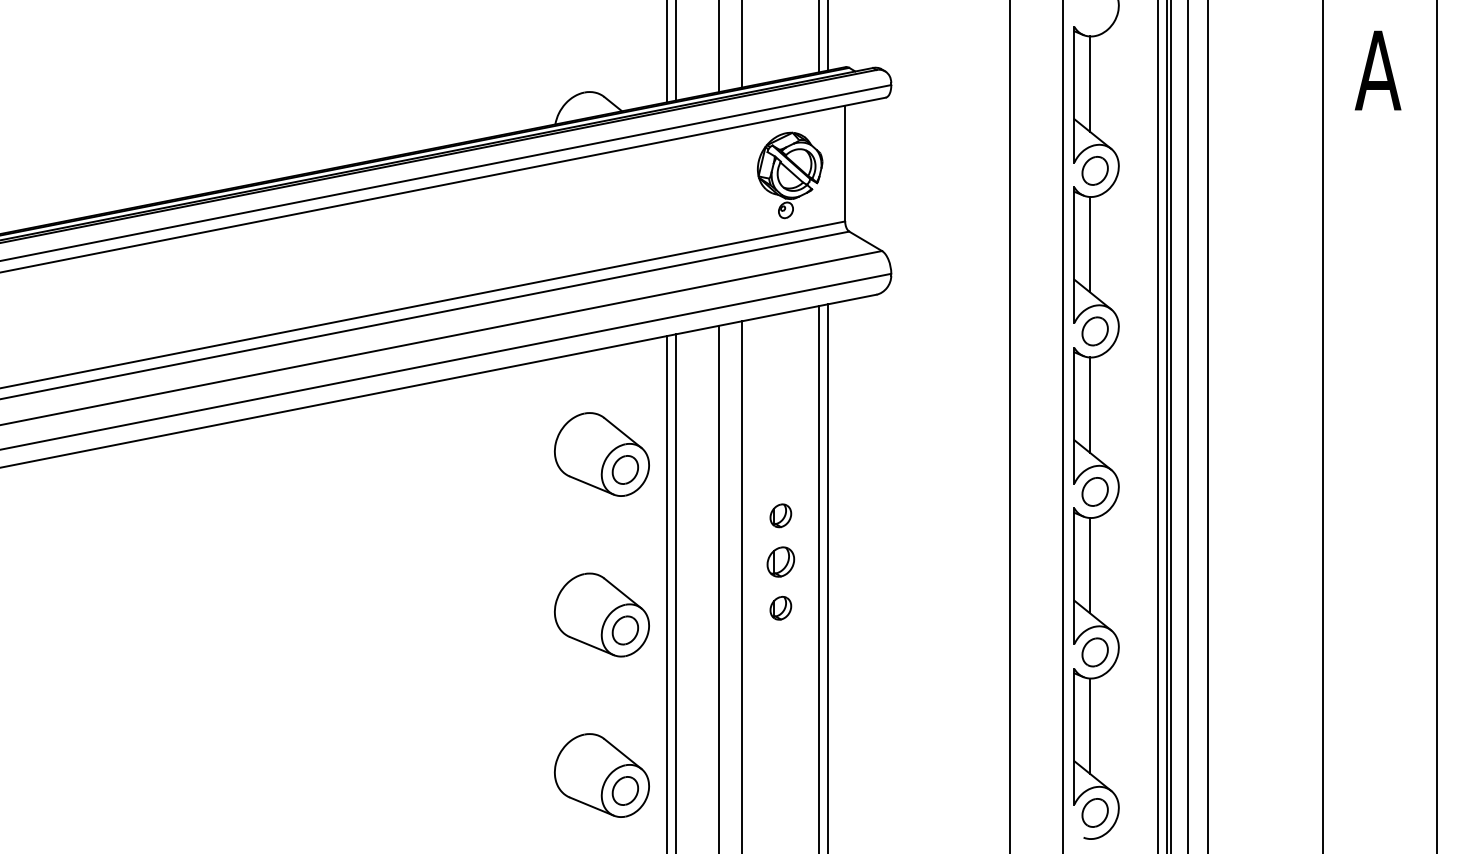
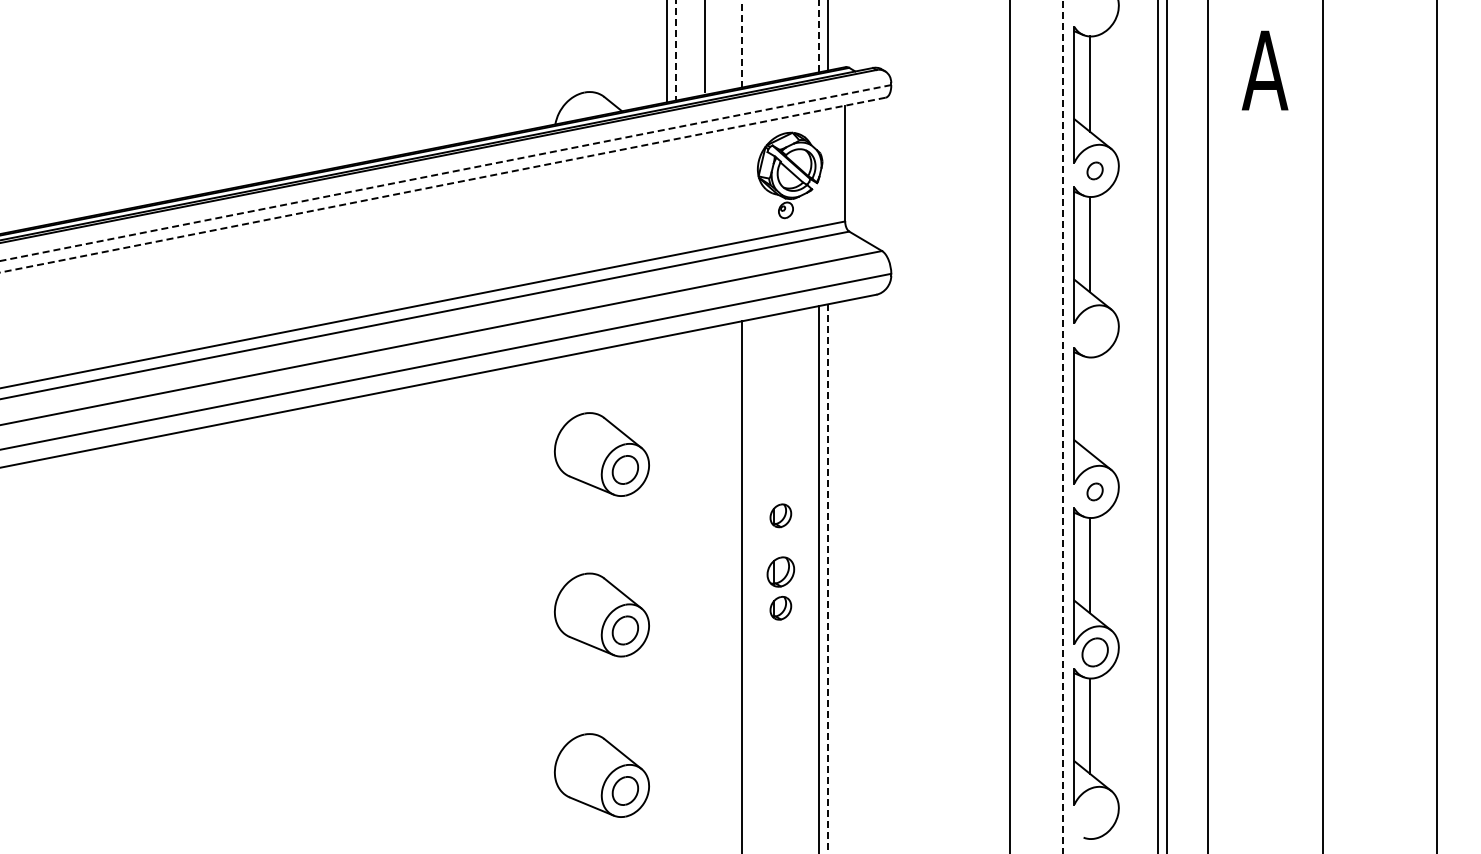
line at (819, 36): solid -> dashed
line at (742, 43): solid -> dashed
line at (719, 47) position: (719, 47) -> (705, 47)
line at (676, 50): solid -> dashed
text at (1378, 70) position: (1378, 70) -> (1265, 70)
part at (1094, 170) size: 28x30 px -> 18x20 px
line at (445, 173): solid -> dashed
line at (442, 185): solid -> dashed
part at (1094, 331): present -> none
line at (1089, 404): present -> none
line at (1062, 426): solid -> dashed
line at (1170, 426): present -> none
line at (1187, 426): present -> none
part at (1094, 491) size: 28x30 px -> 18x20 px
part at (780, 561) position: (780, 561) -> (780, 571)
line at (827, 579): solid -> dashed
line at (719, 587): present -> none
line at (676, 592): present -> none
line at (667, 593): present -> none
part at (1094, 812): present -> none
